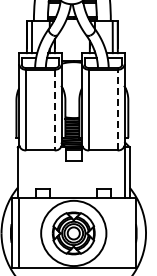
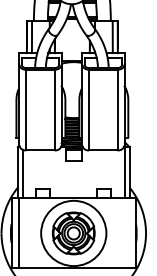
line at (117, 109): dashed -> solid
line at (54, 110): dashed -> solid
line at (22, 173): none -> present
